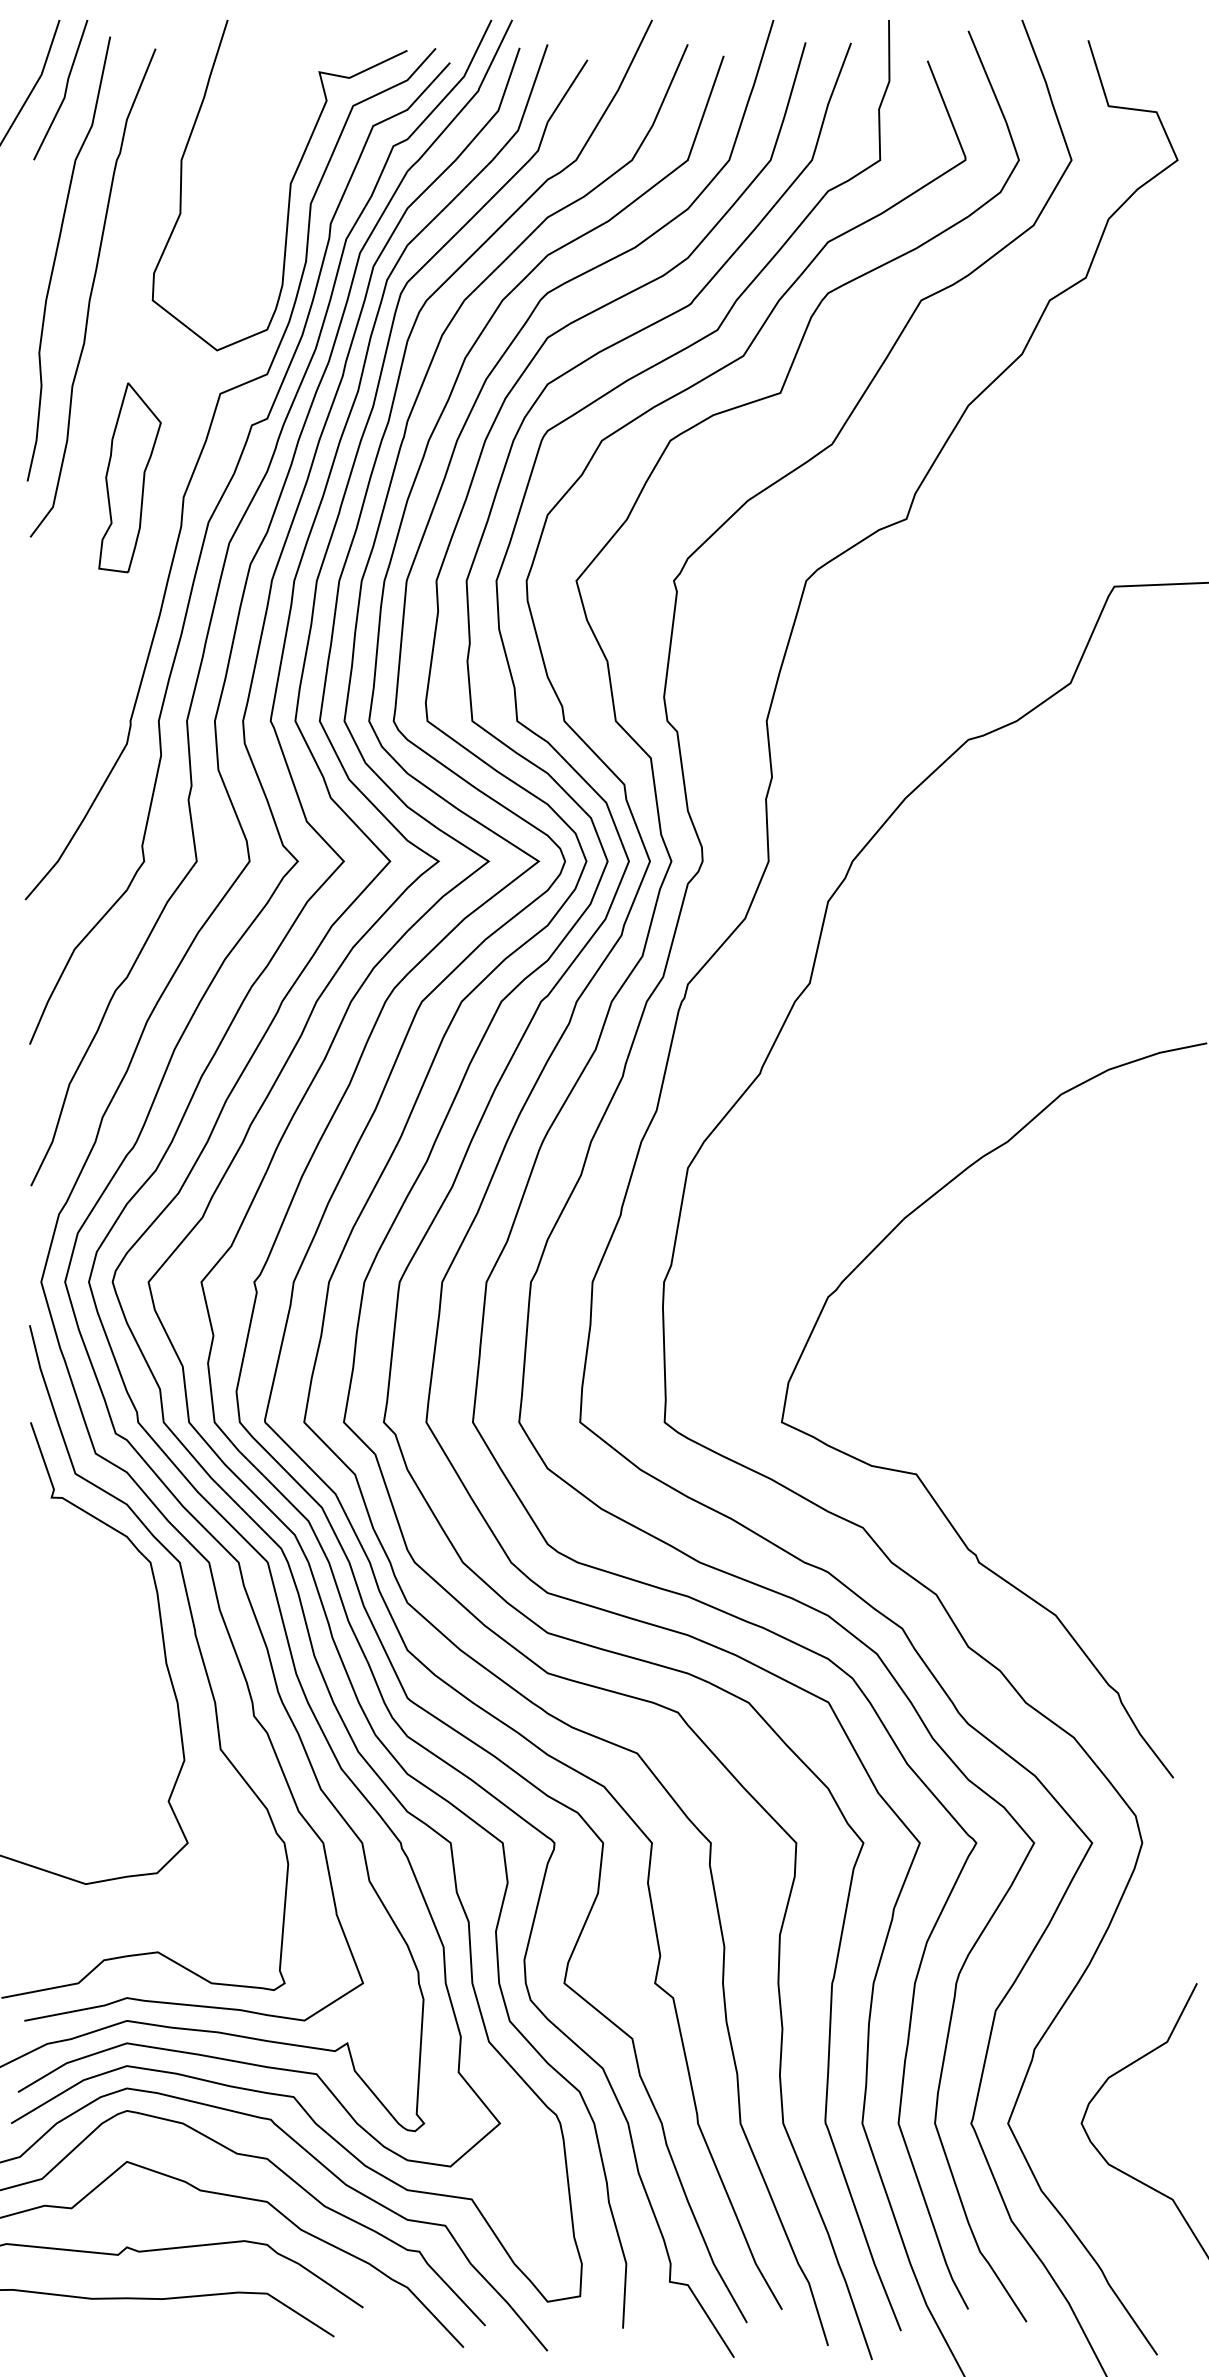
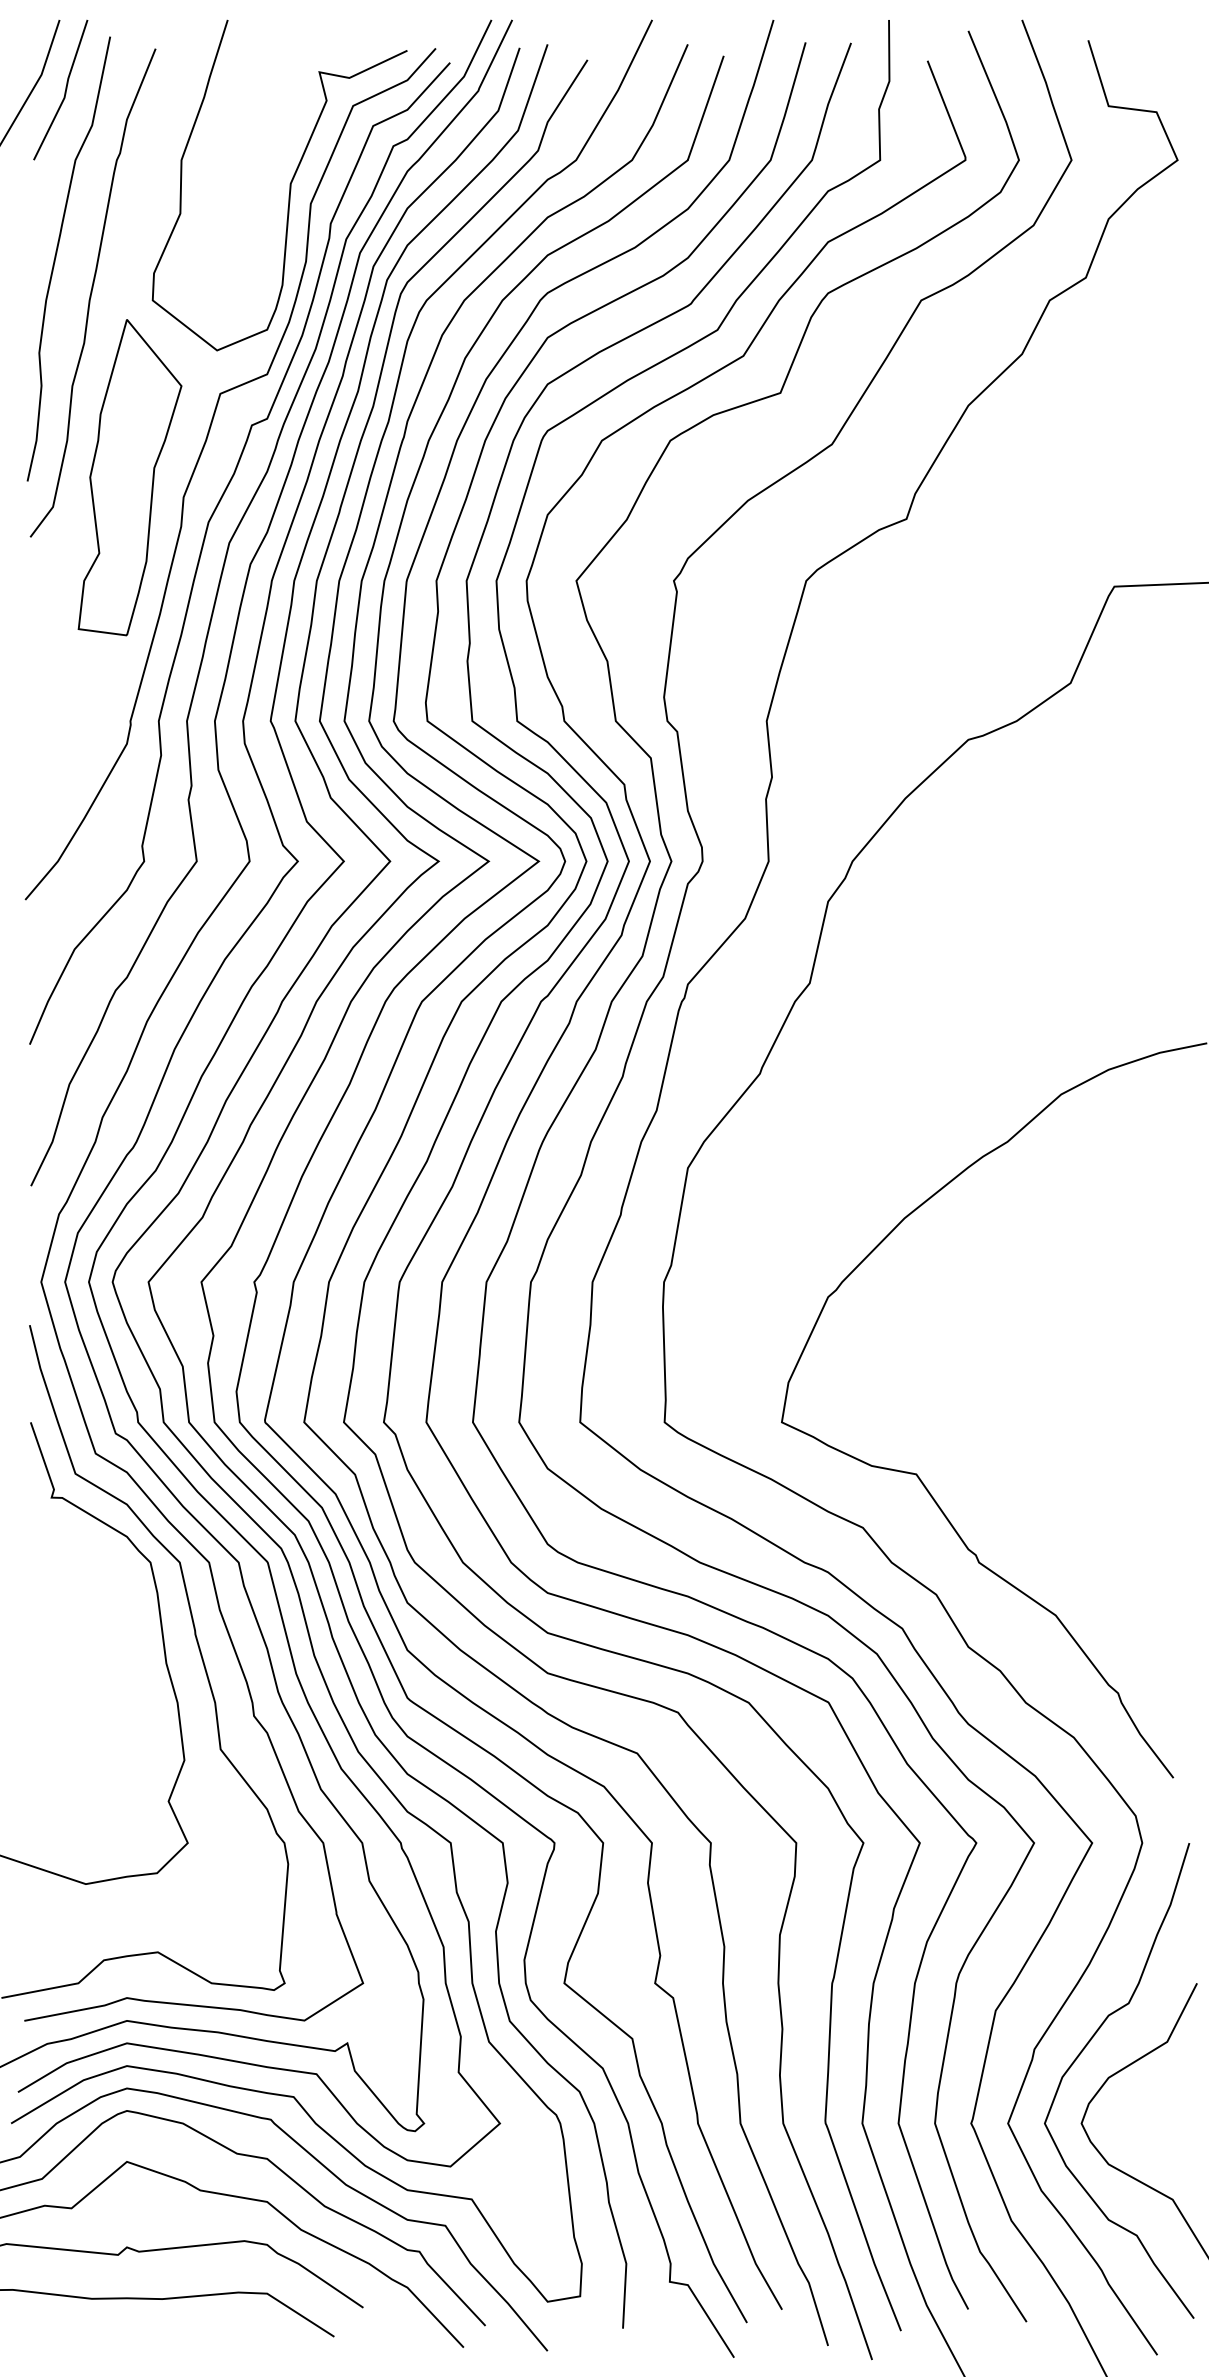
part at (129, 477) size: 64x192 px -> 106x318 px
curve at (1082, 2052): none -> present
